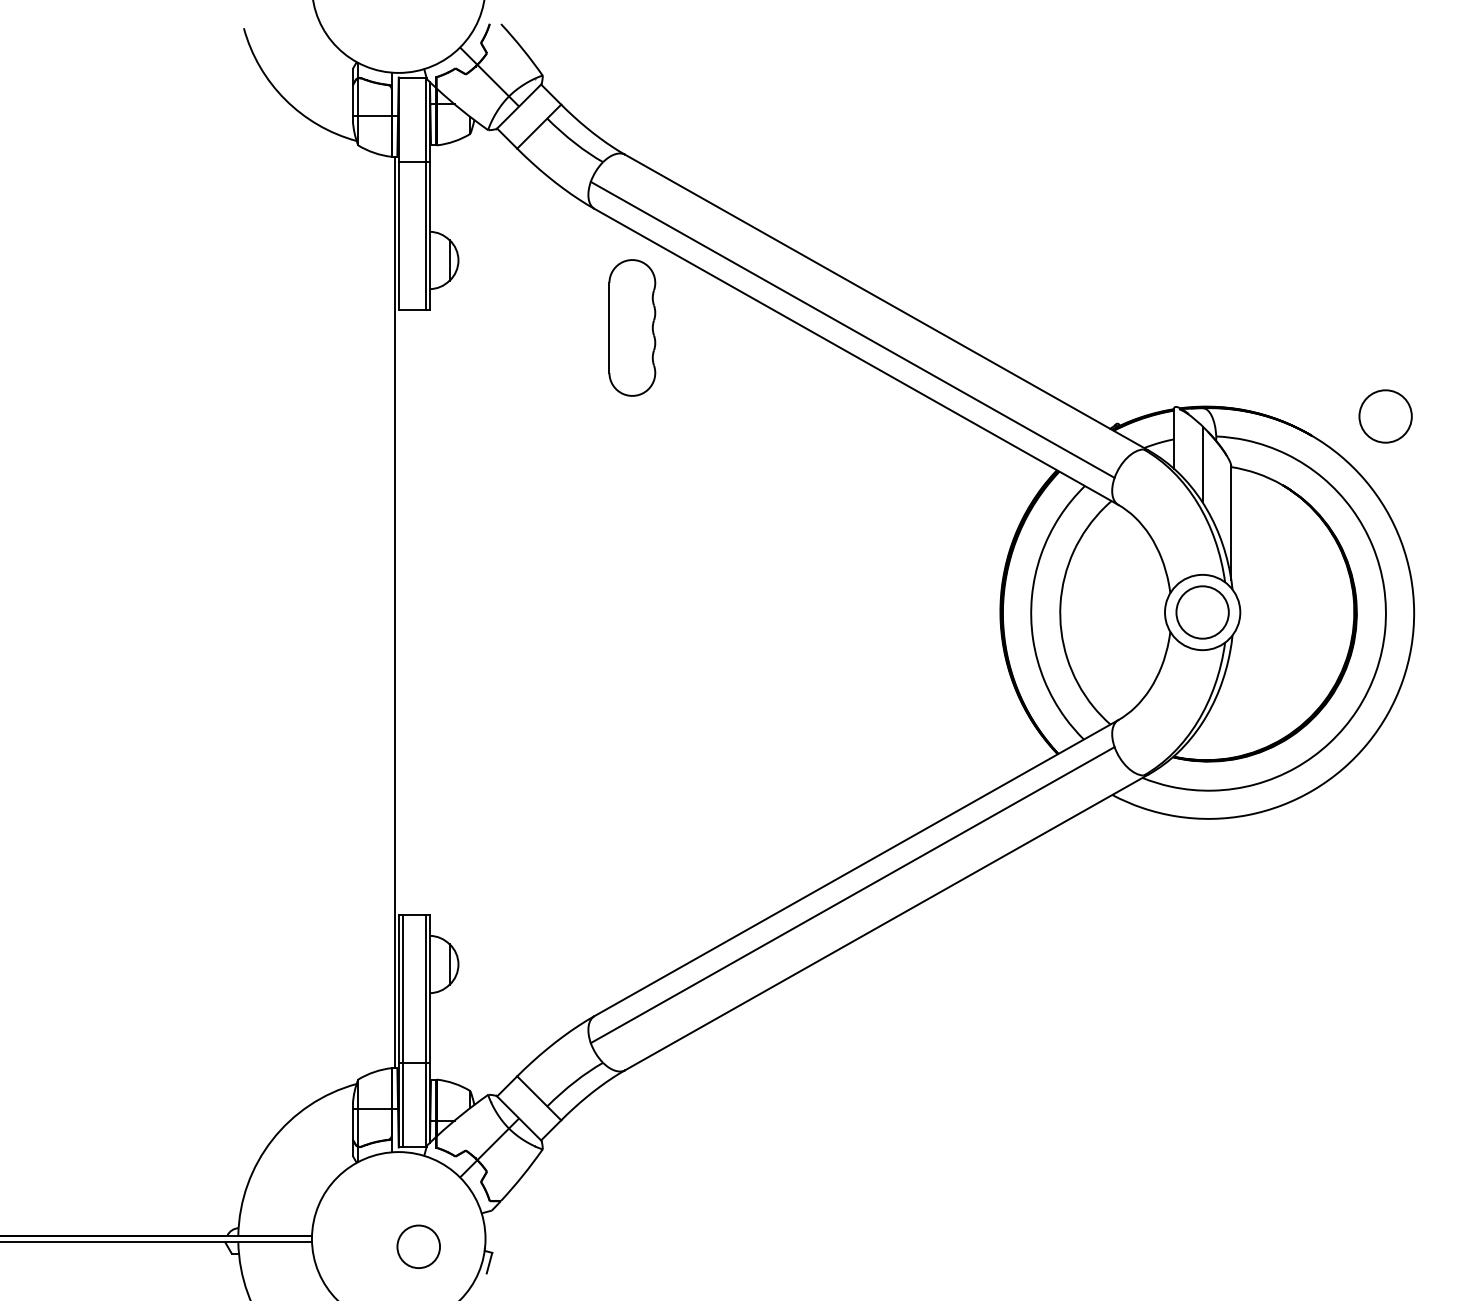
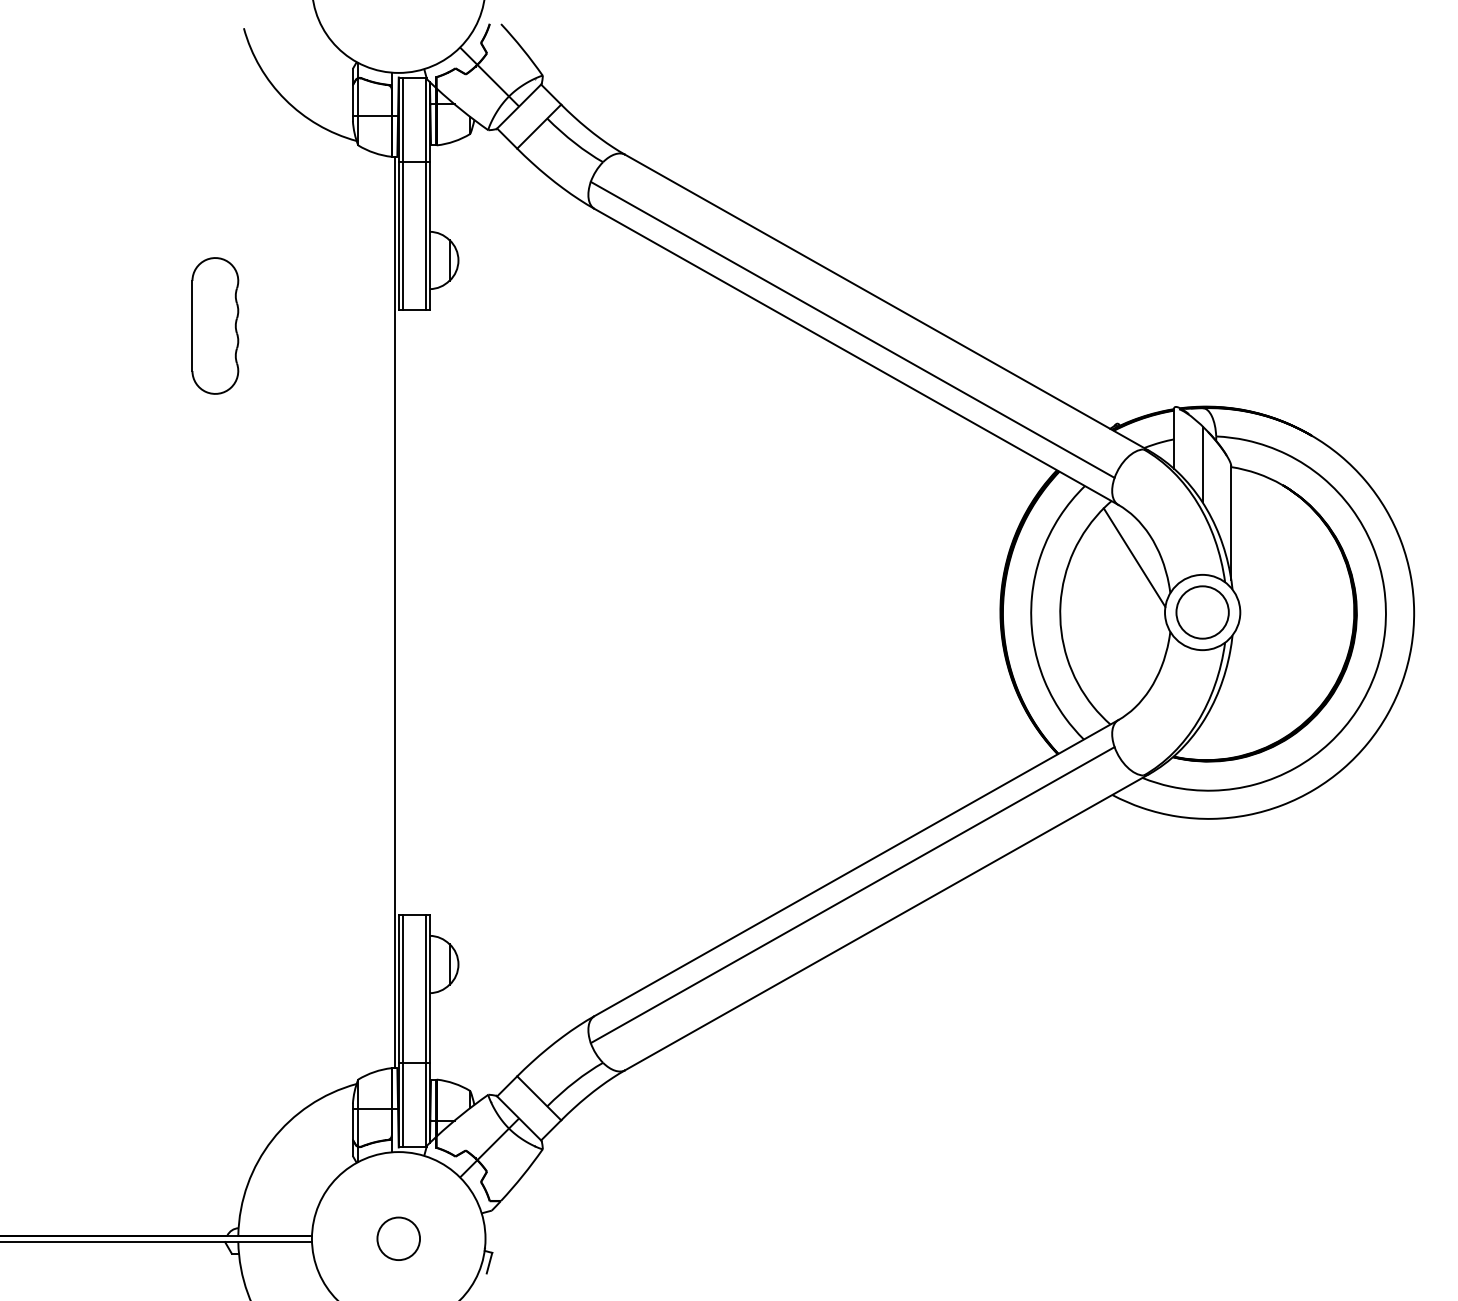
line at (402, 193): none -> present
part at (632, 327) position: (632, 327) -> (215, 325)
circle at (1385, 416): present -> none
line at (1134, 557): none -> present
circle at (418, 1246) position: (418, 1246) -> (398, 1238)
